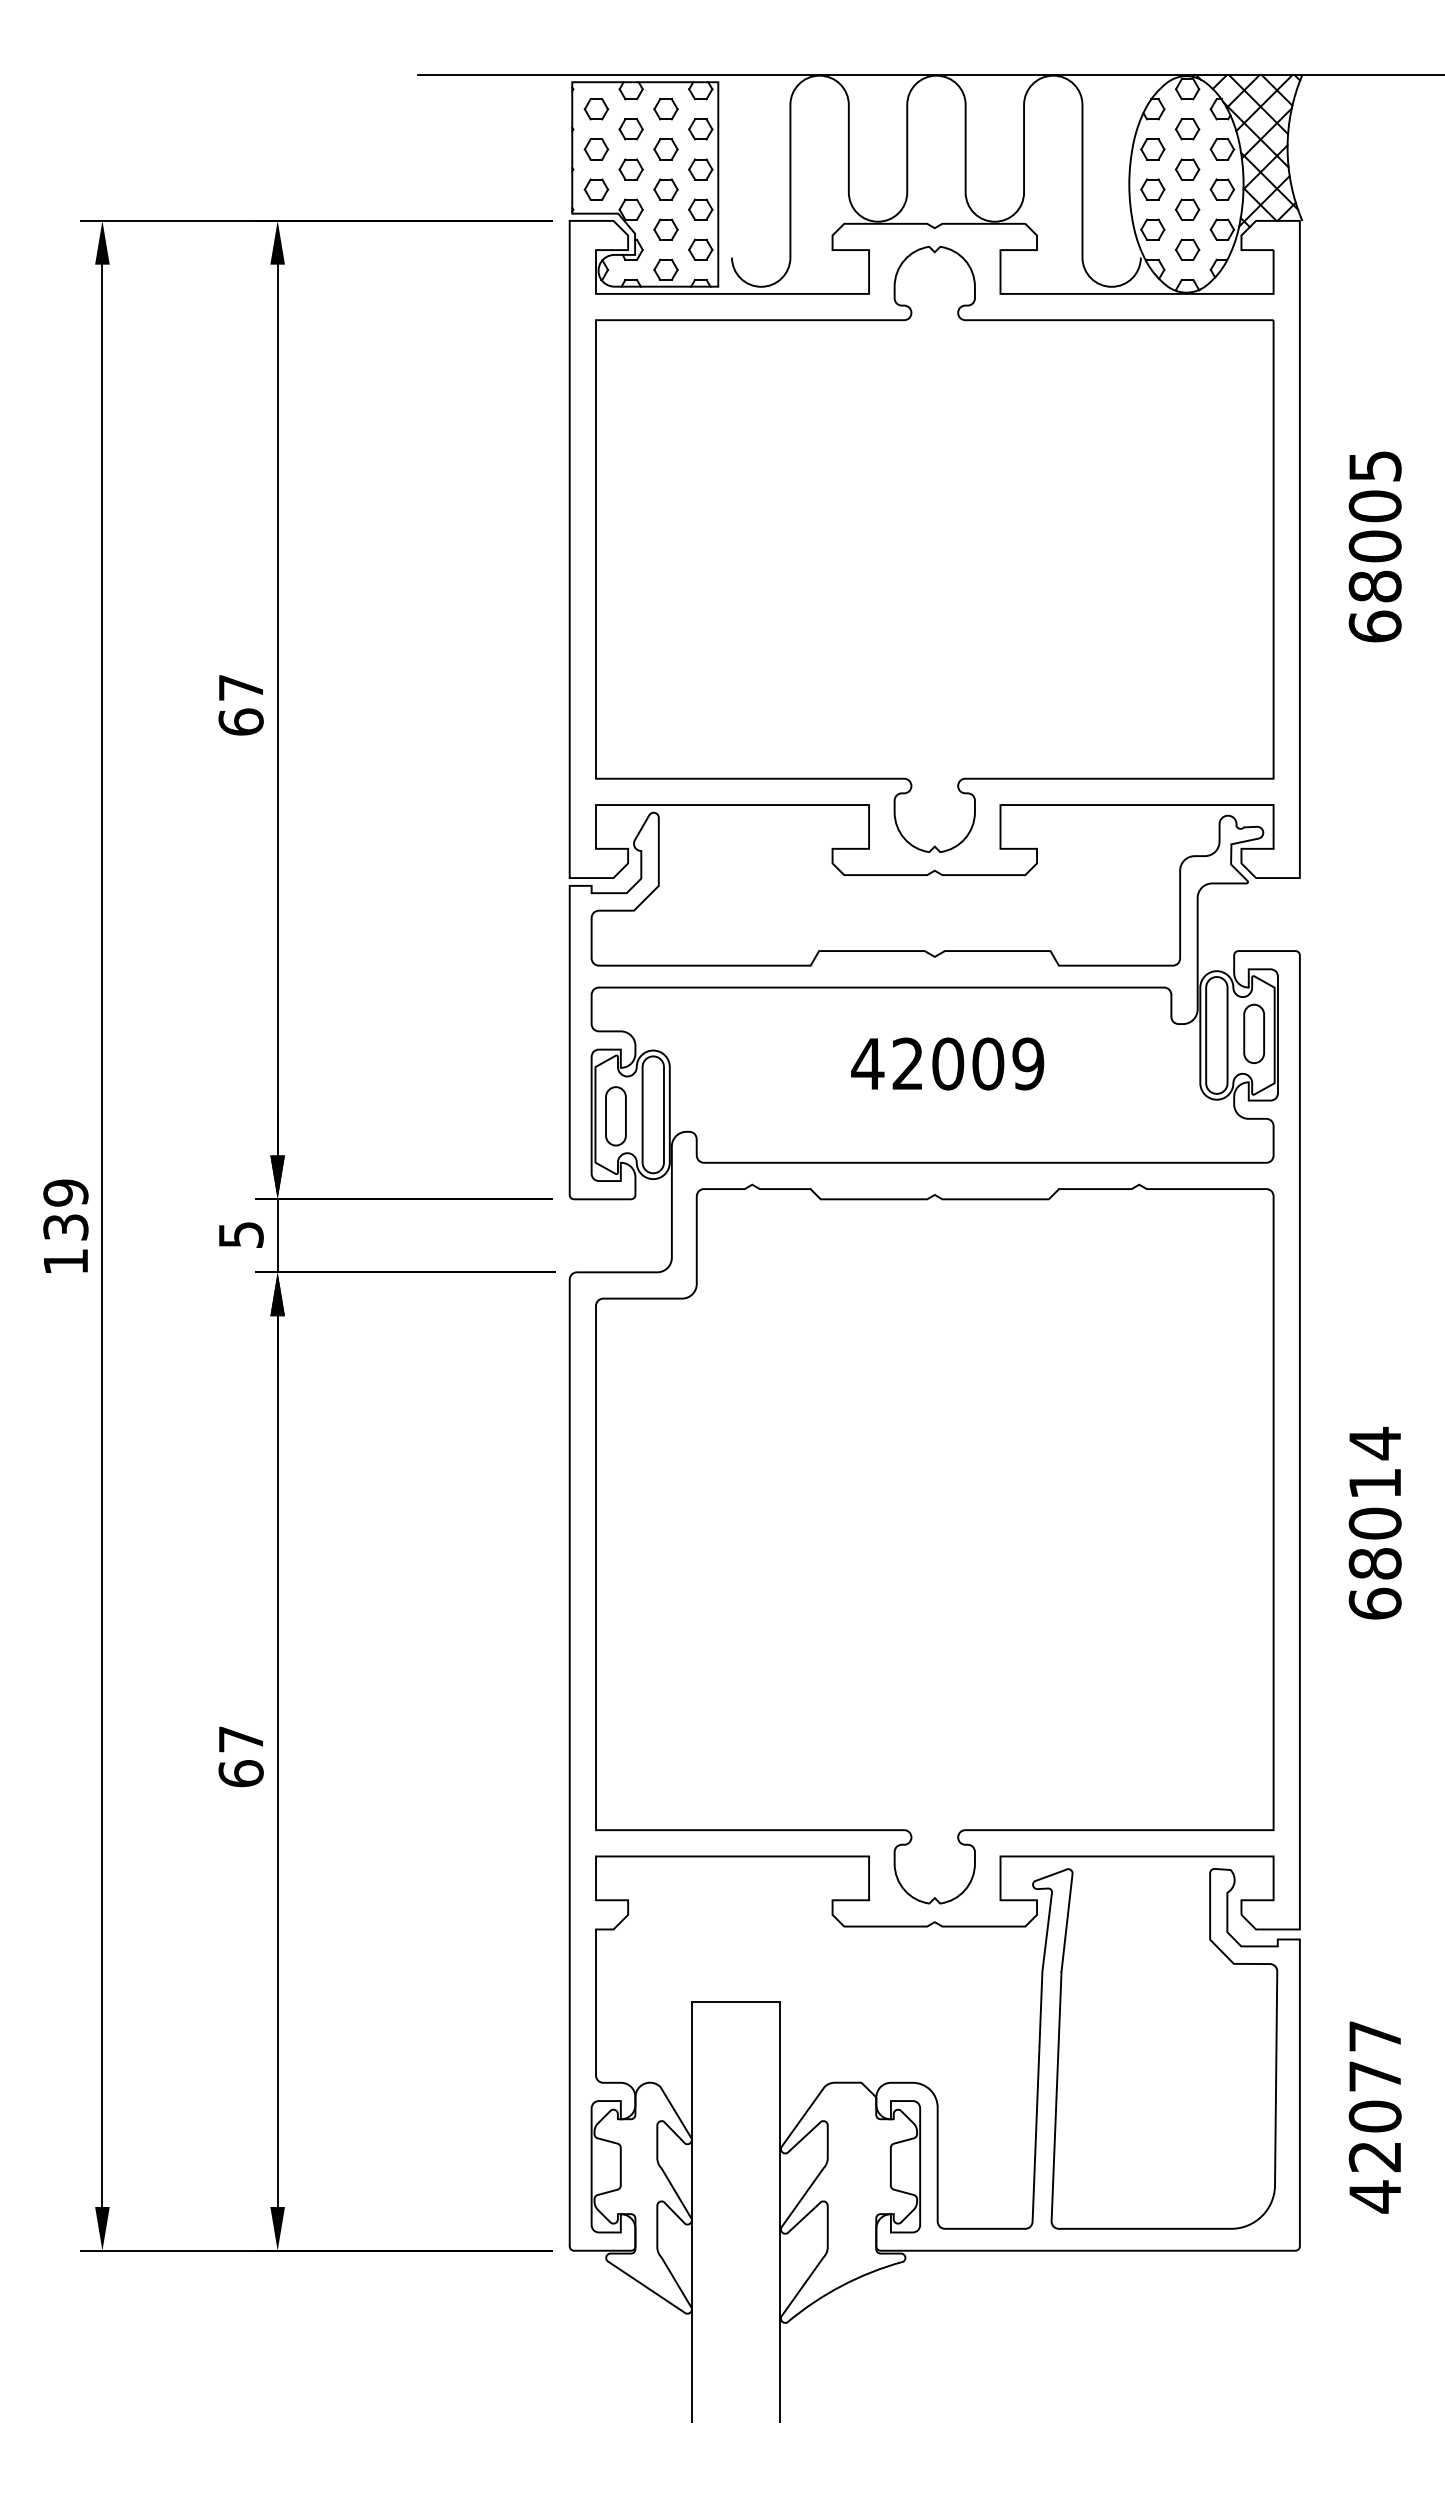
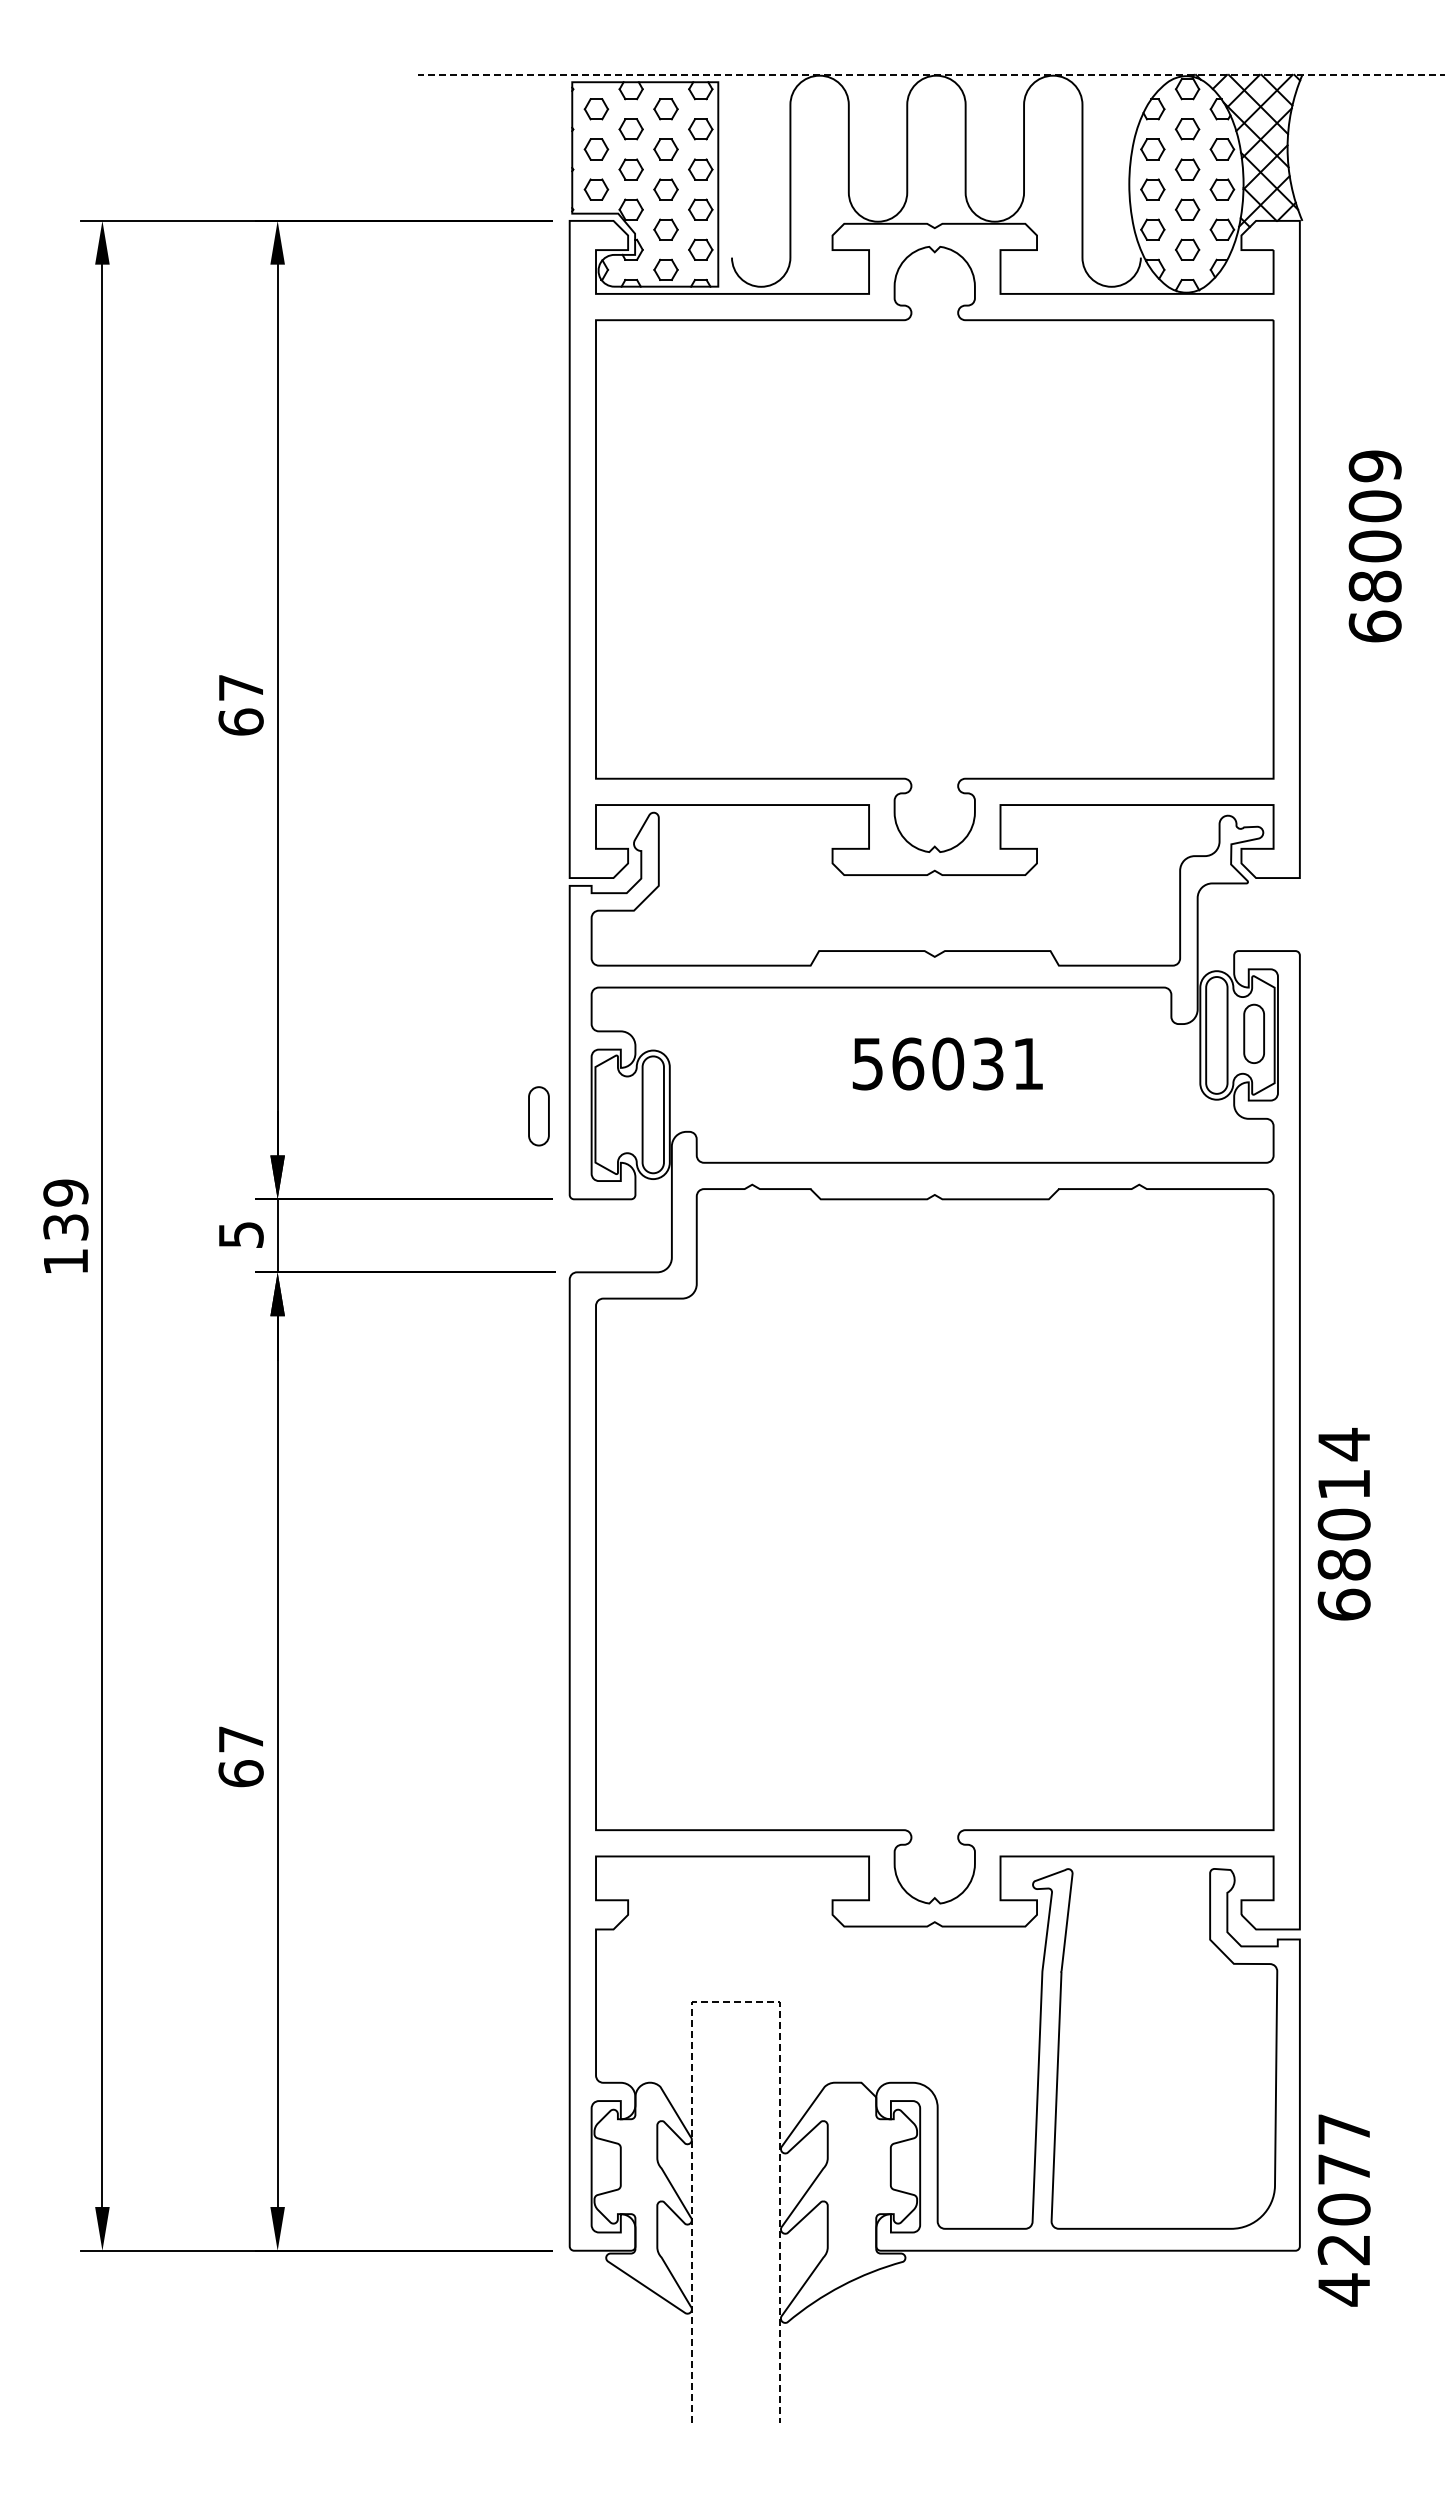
line at (930, 74): solid -> dashed
text at (1374, 466): 68005 -> 68009
text at (947, 1063): 42009 -> 56031
part at (615, 1116) position: (615, 1116) -> (538, 1116)
text at (1374, 1523) position: (1374, 1523) -> (1343, 1524)
line at (736, 2002): solid -> dashed
text at (1374, 2117) position: (1374, 2117) -> (1343, 2210)
